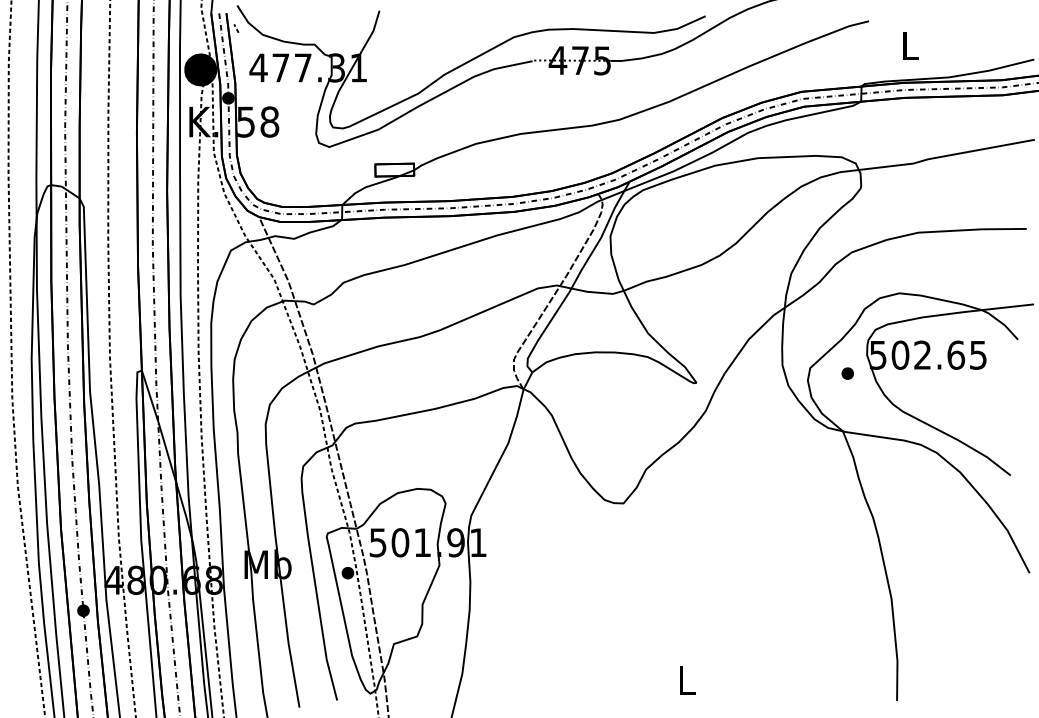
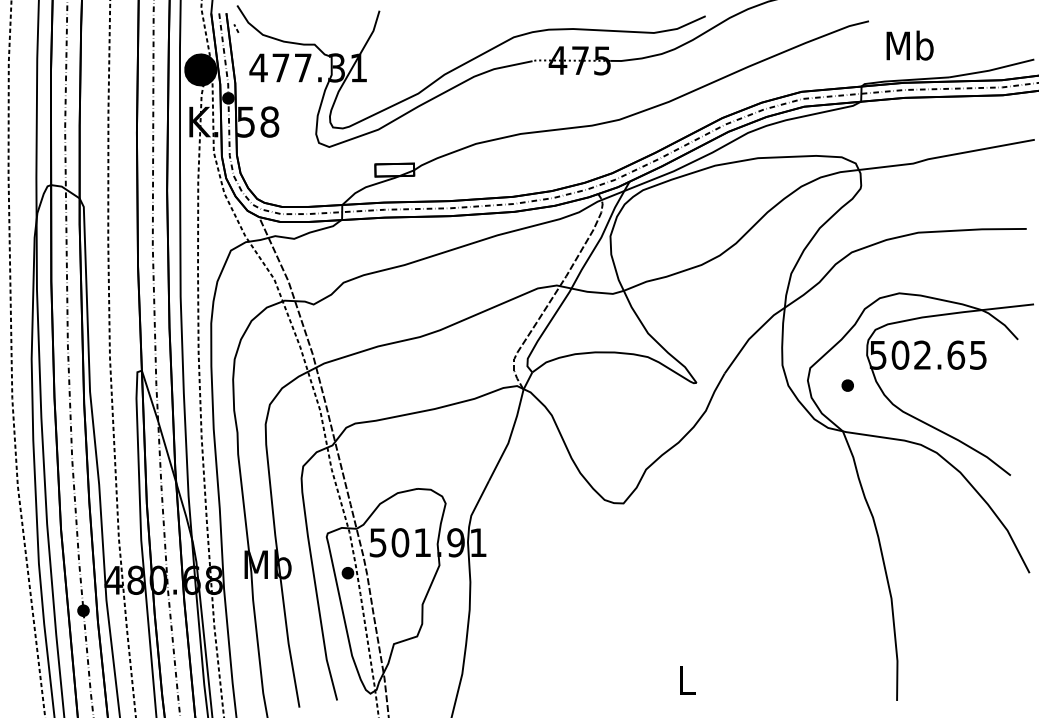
text at (909, 45): L -> Mb
part at (847, 373) position: (847, 373) -> (847, 385)
